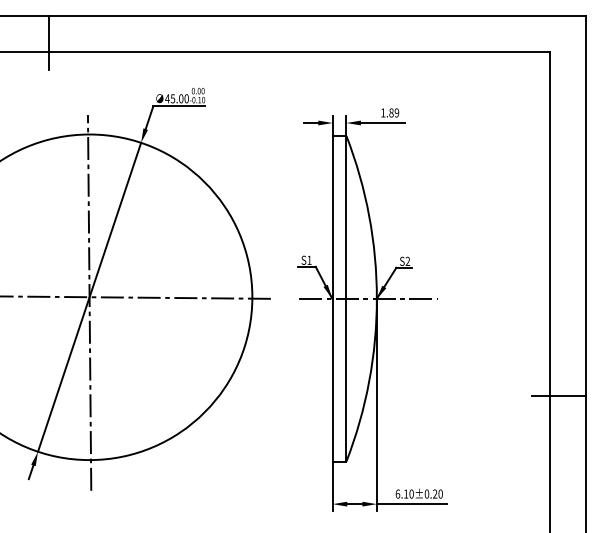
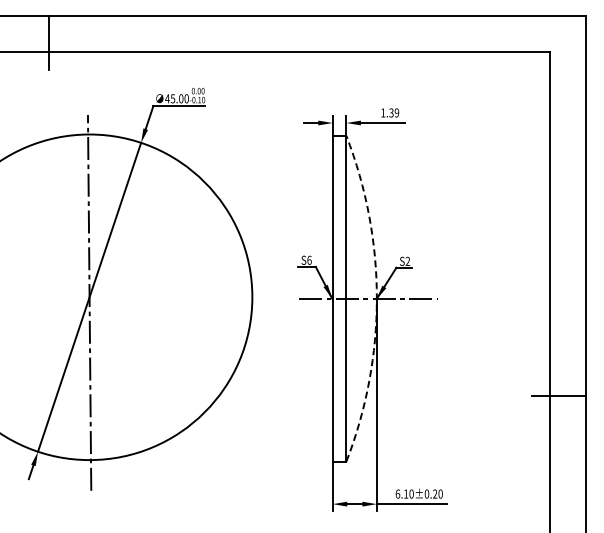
text at (391, 112): 1.89 -> 1.39
text at (309, 259): S1 -> S6
line at (136, 297): present -> none
arc at (376, 298): solid -> dashed
